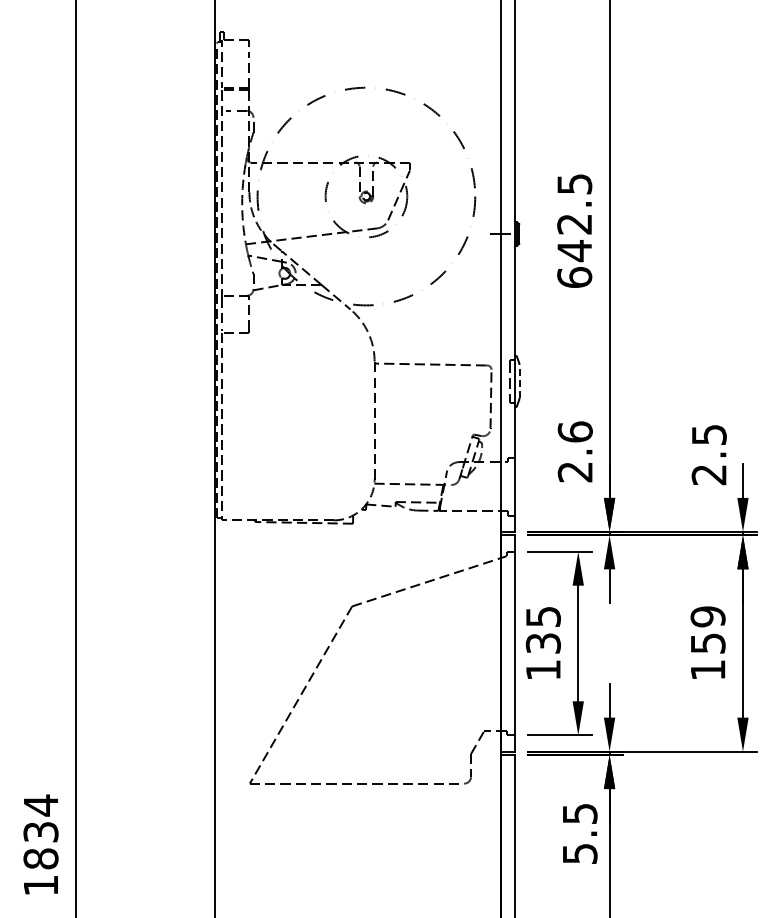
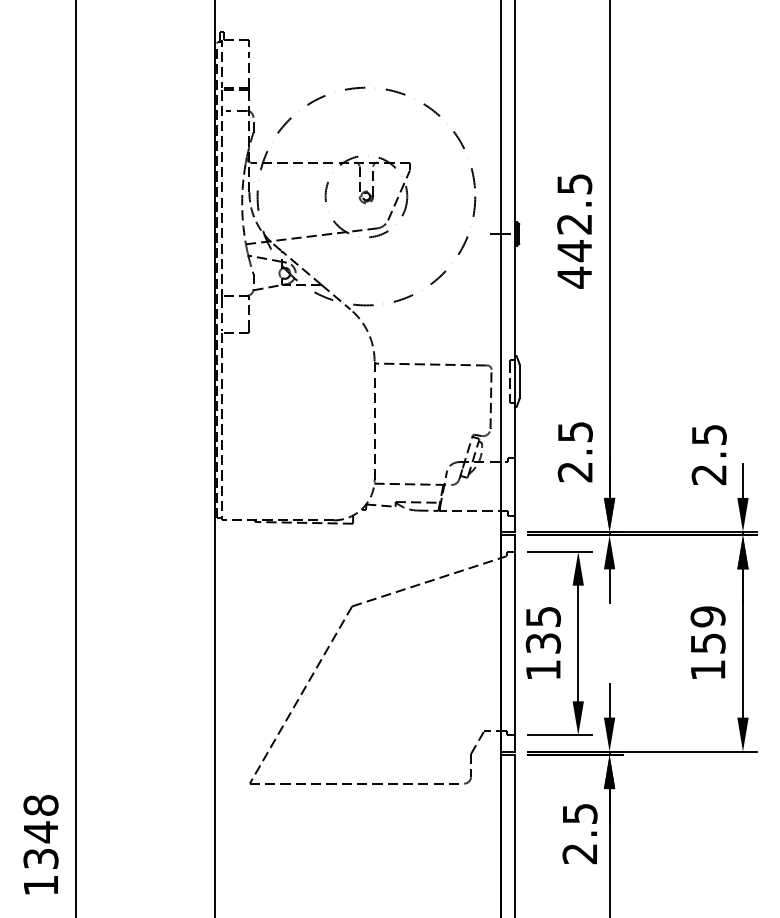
text at (574, 277): 642.5 -> 442.5
line at (519, 380): dashed -> solid
text at (574, 431): 2.6 -> 2.5
text at (40, 831): 1834 -> 1348
text at (579, 854): 5.5 -> 2.5
